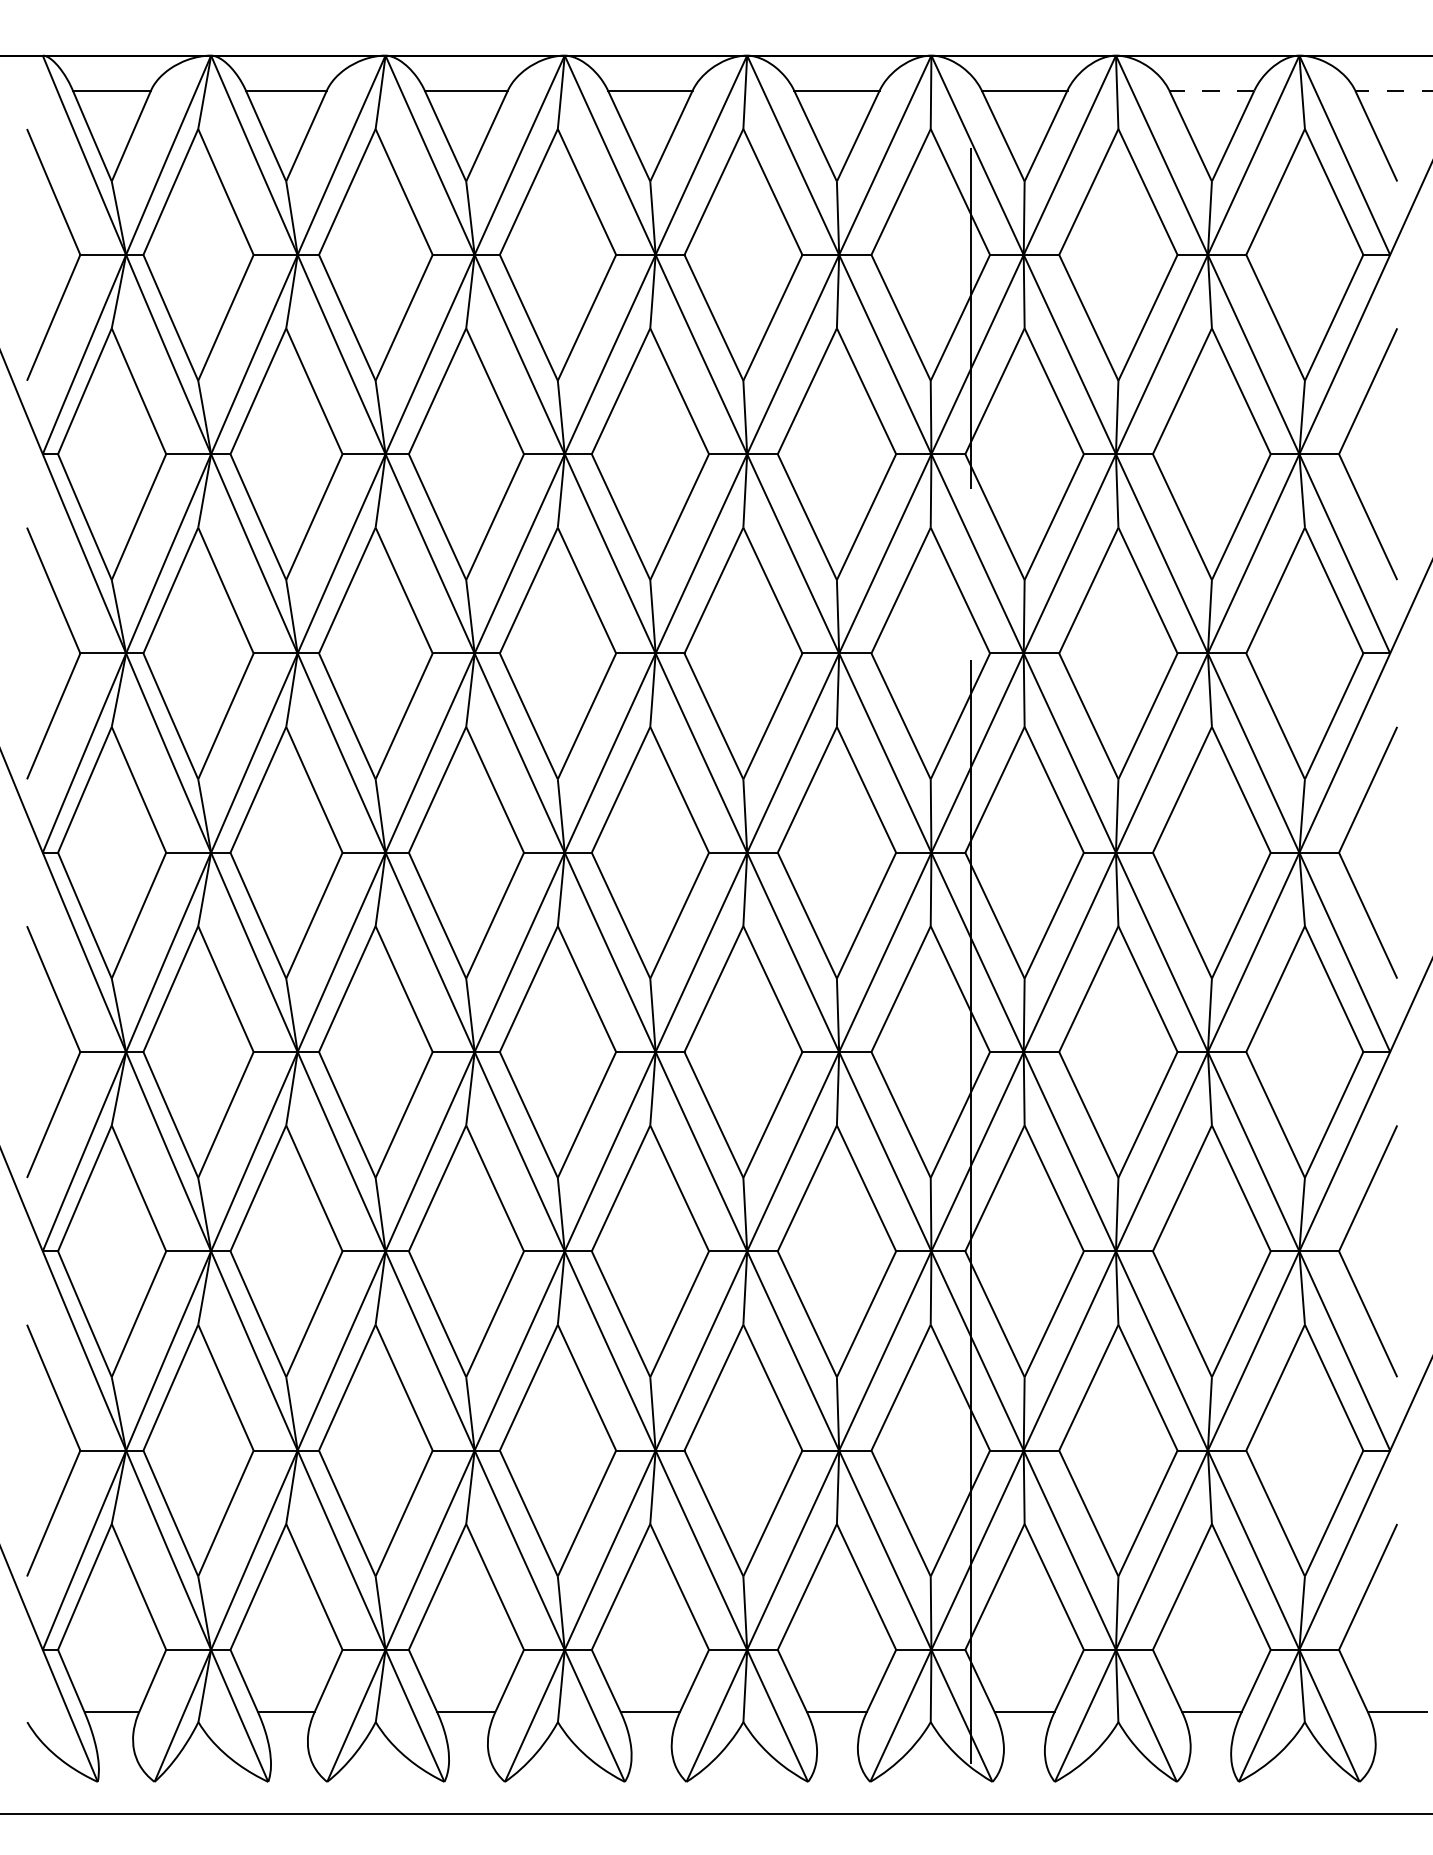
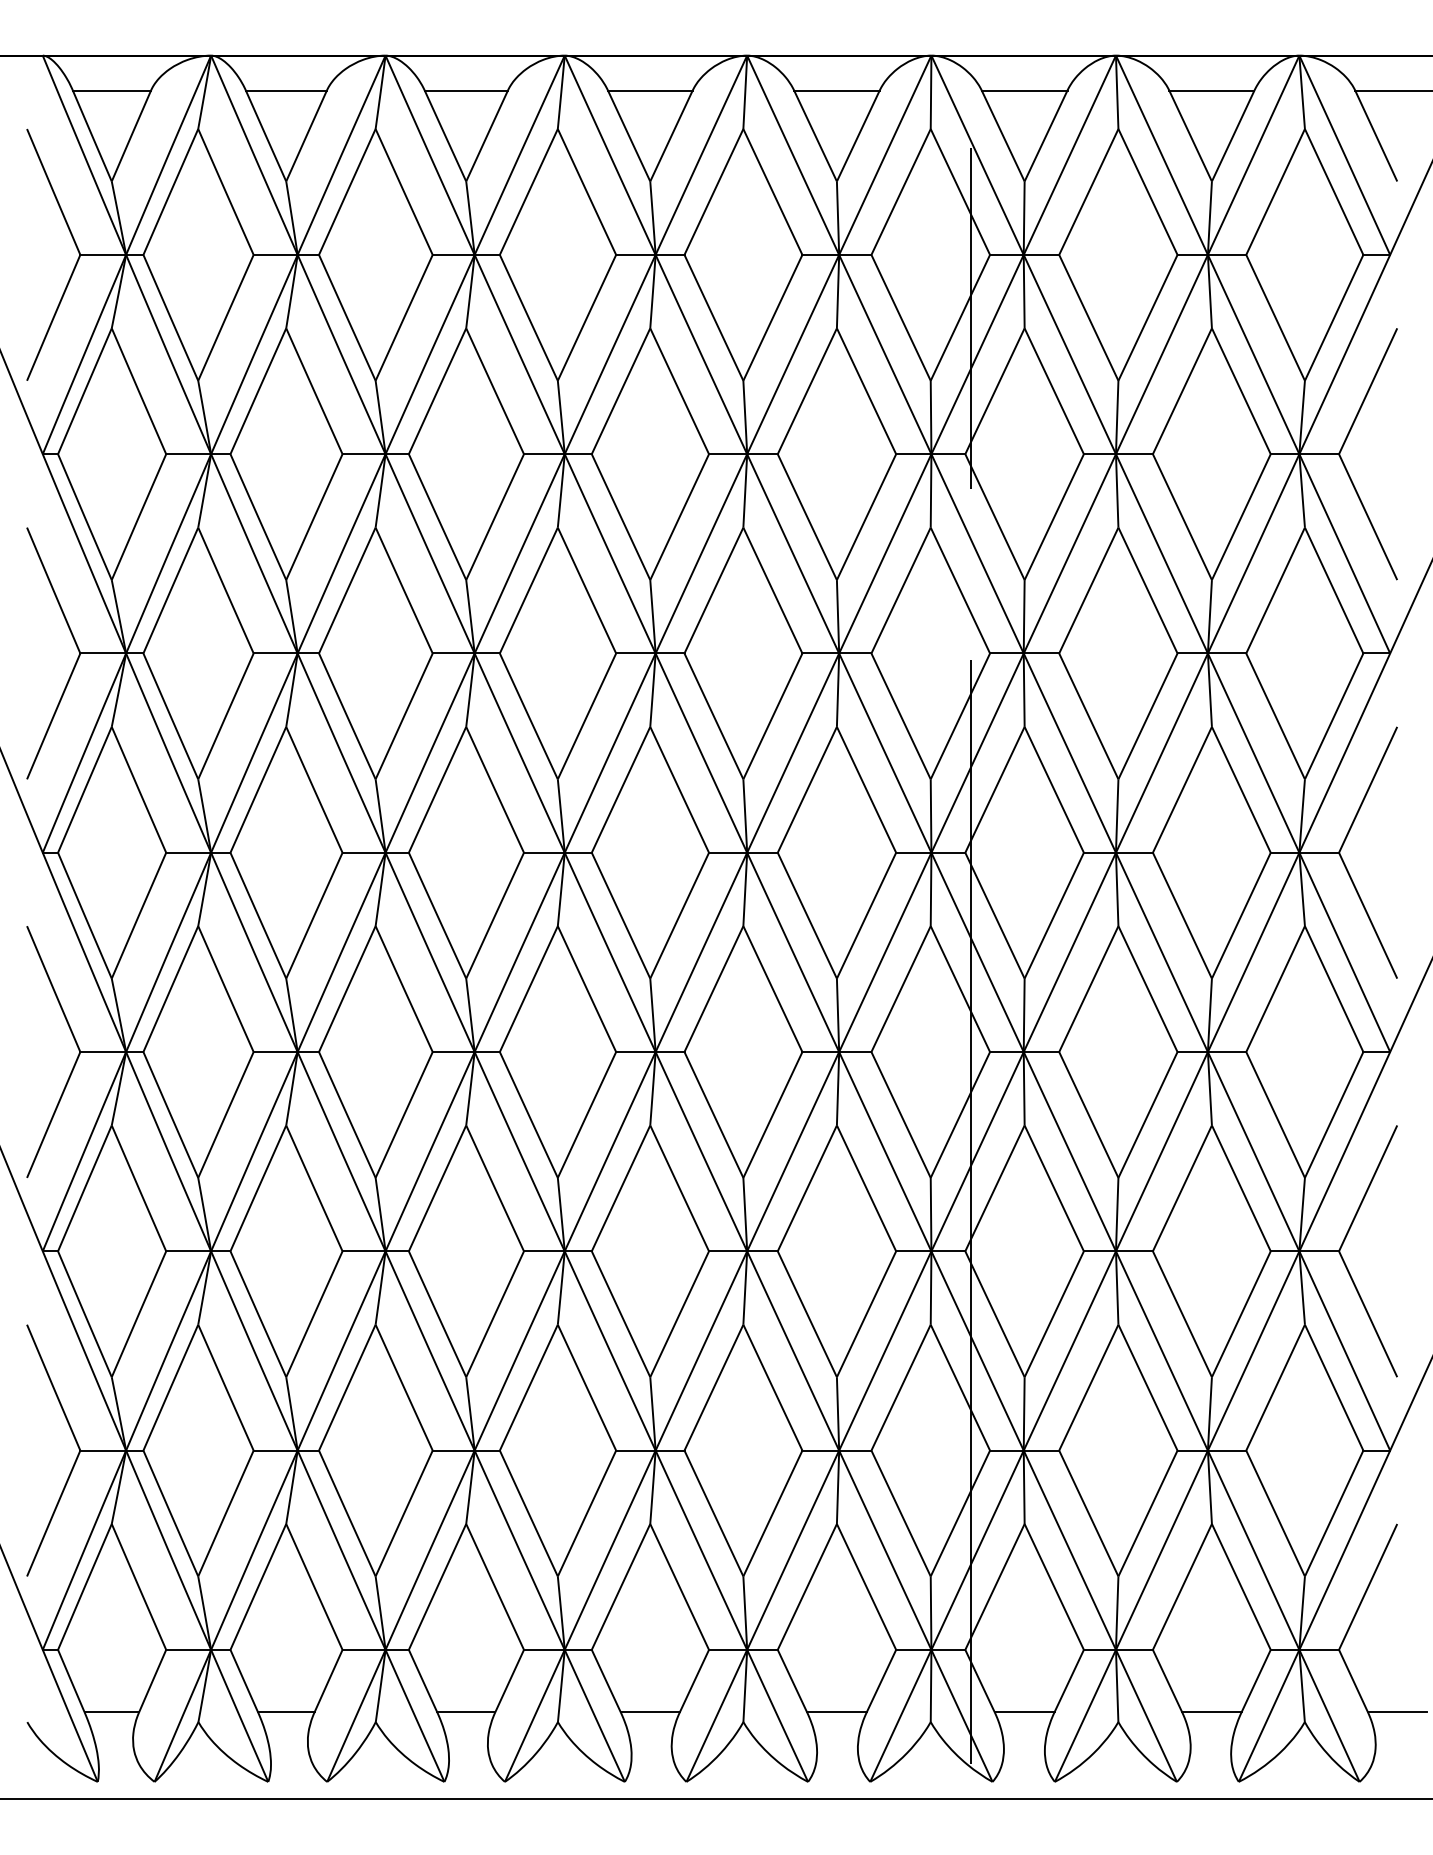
line at (1211, 90): dashed -> solid
line at (1393, 90): dashed -> solid
line at (715, 1814) position: (715, 1814) -> (715, 1799)
